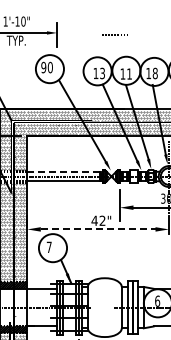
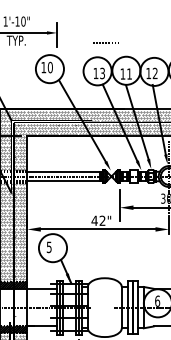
line at (114, 34) position: (114, 34) -> (105, 42)
text at (43, 67): 90 -> 10
text at (154, 73): 18 -> 12
line at (65, 172): dashed -> solid
line at (99, 229): dashed -> solid
text at (48, 247): 7 -> 5
